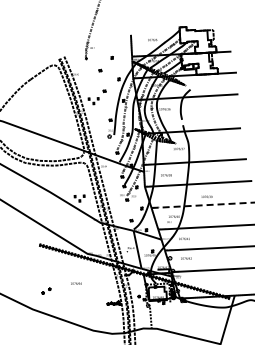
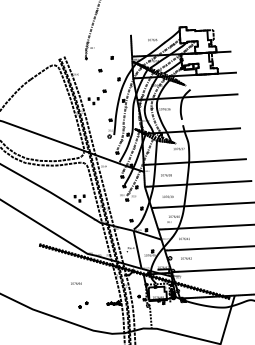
text at (206, 196) position: (206, 196) -> (167, 196)
line at (203, 205): dashed -> solid
part at (46, 290) position: (46, 290) -> (83, 304)
